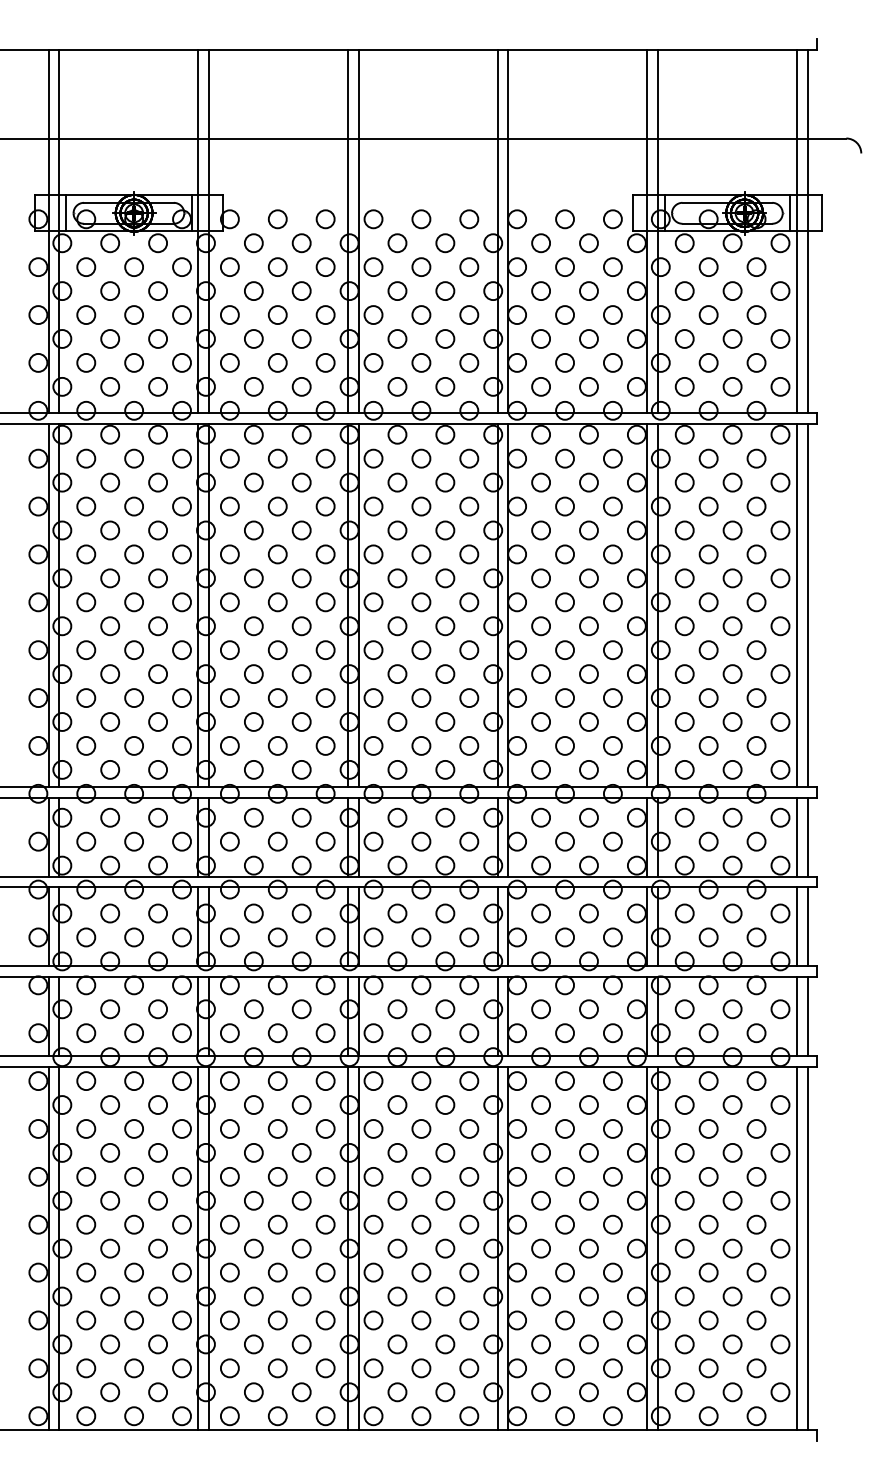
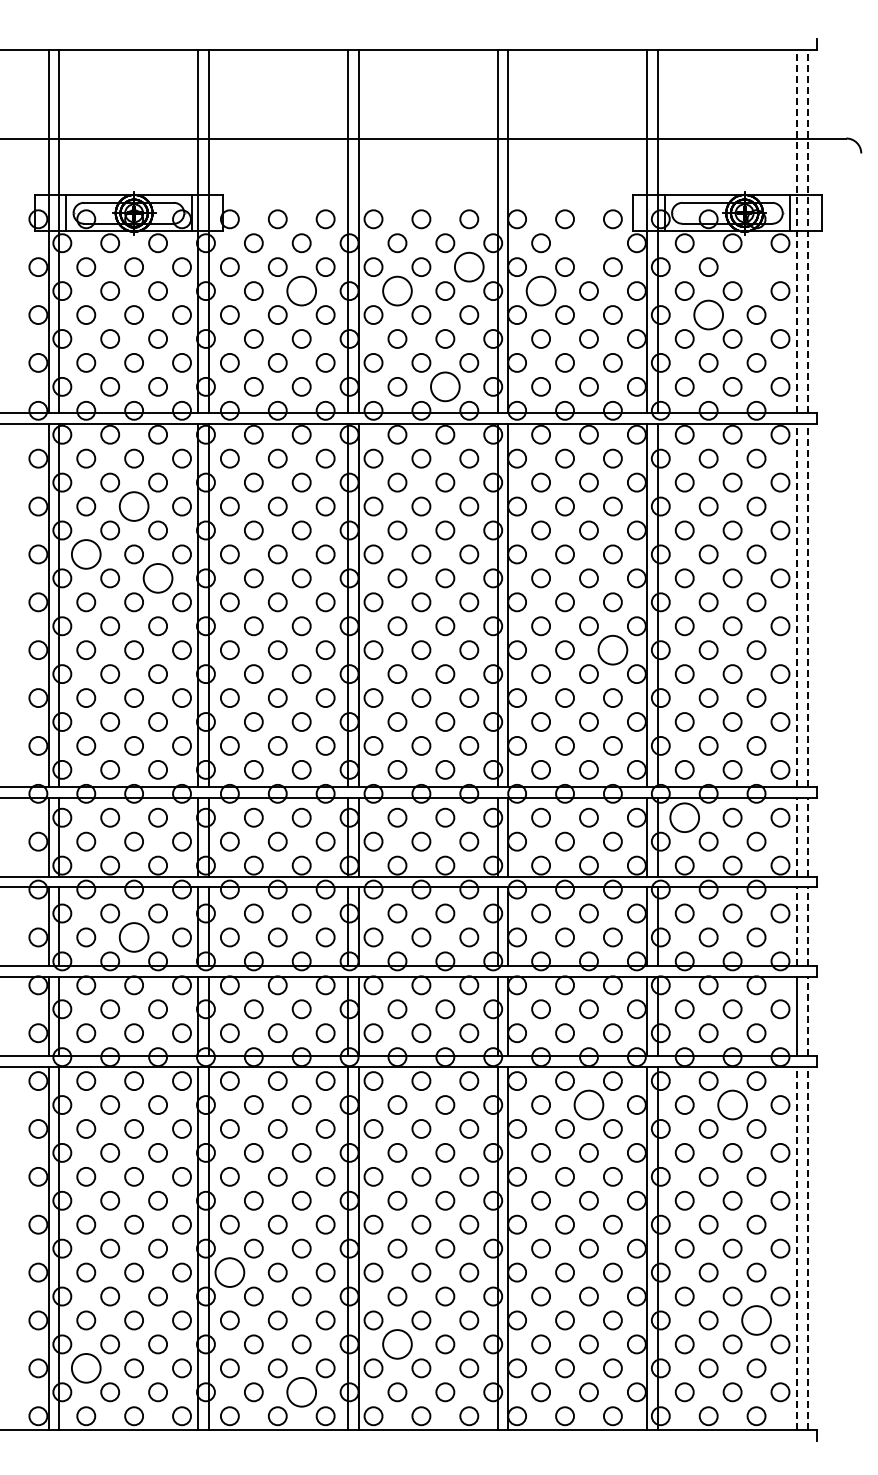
line at (796, 231): solid -> dashed
line at (807, 231): solid -> dashed
circle at (588, 243): present -> none
circle at (756, 266): present -> none
circle at (469, 267) diameter: 18 px -> 29 px
circle at (301, 291) diameter: 18 px -> 29 px
circle at (397, 291) diameter: 18 px -> 29 px
circle at (541, 291) diameter: 18 px -> 29 px
circle at (708, 315) diameter: 18 px -> 29 px
circle at (445, 386) diameter: 18 px -> 29 px
circle at (134, 506) diameter: 18 px -> 29 px
circle at (86, 554) diameter: 18 px -> 29 px
circle at (158, 578) diameter: 18 px -> 29 px
line at (796, 605): solid -> dashed
line at (807, 605): solid -> dashed
circle at (612, 650) diameter: 18 px -> 29 px
circle at (684, 817) diameter: 18 px -> 29 px
line at (796, 836): solid -> dashed
line at (807, 836): solid -> dashed
line at (796, 926): solid -> dashed
line at (807, 926): solid -> dashed
circle at (134, 937) diameter: 18 px -> 29 px
line at (807, 1016): solid -> dashed
circle at (588, 1105) diameter: 18 px -> 29 px
circle at (732, 1105) diameter: 18 px -> 29 px
line at (796, 1248): solid -> dashed
line at (807, 1248): solid -> dashed
circle at (229, 1272) diameter: 18 px -> 29 px
circle at (756, 1320) diameter: 18 px -> 29 px
circle at (397, 1344) diameter: 18 px -> 29 px
circle at (86, 1368) diameter: 18 px -> 29 px
circle at (301, 1392) diameter: 18 px -> 29 px
